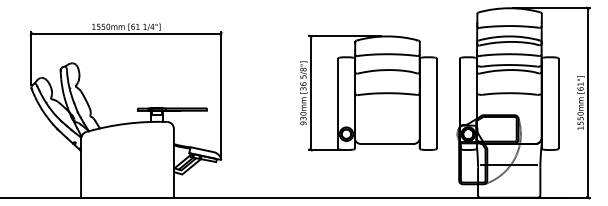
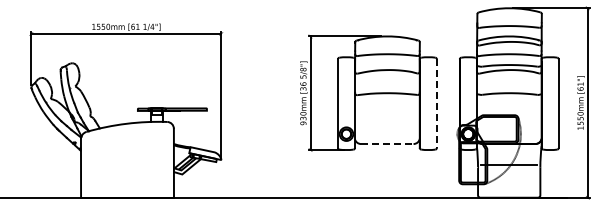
line at (436, 104): solid -> dashed
line at (387, 144): solid -> dashed
